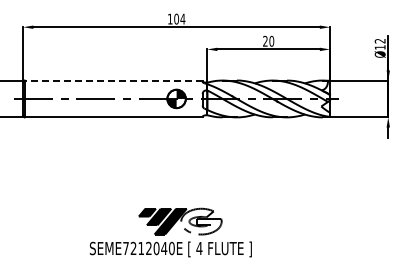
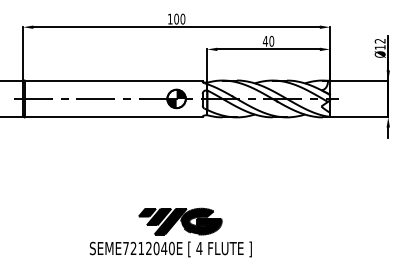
text at (182, 18): 104 -> 100
text at (265, 40): 20 -> 40
line at (113, 80): dashed -> solid
fill at (201, 221): none -> present
